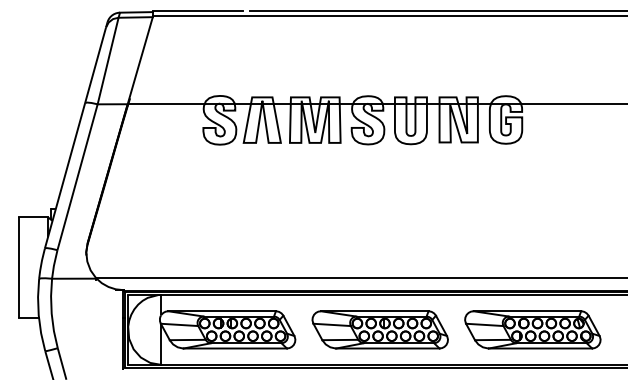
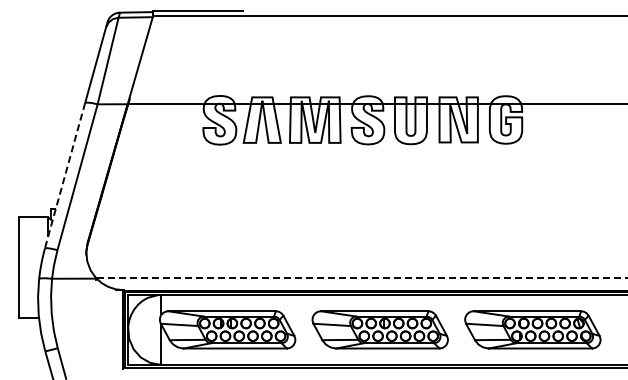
line at (436, 11): present -> none
line at (64, 176): solid -> dashed
line at (361, 278): solid -> dashed
